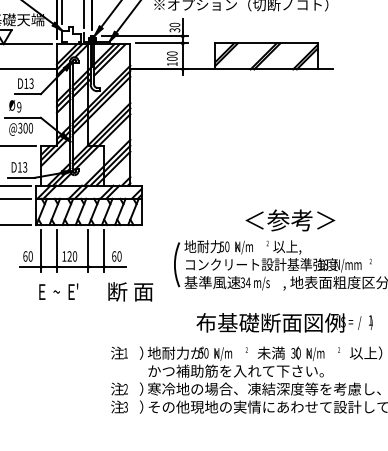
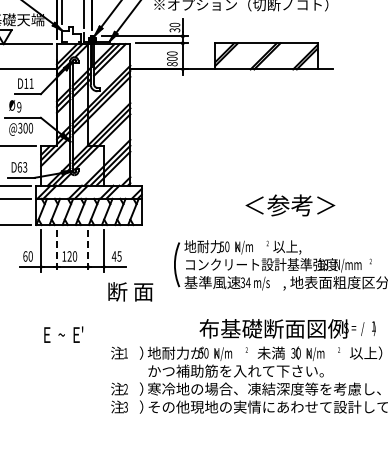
text at (172, 64): 100 -> 800
text at (31, 83): D13 -> D11
text at (19, 167): D13 -> D63
text at (290, 220) position: (290, 220) -> (290, 205)
line at (56, 251): solid -> dashed
line at (88, 251): solid -> dashed
text at (116, 256): 60 -> 45
text at (58, 291) position: (58, 291) -> (63, 334)
text at (284, 322) position: (284, 322) -> (287, 328)
